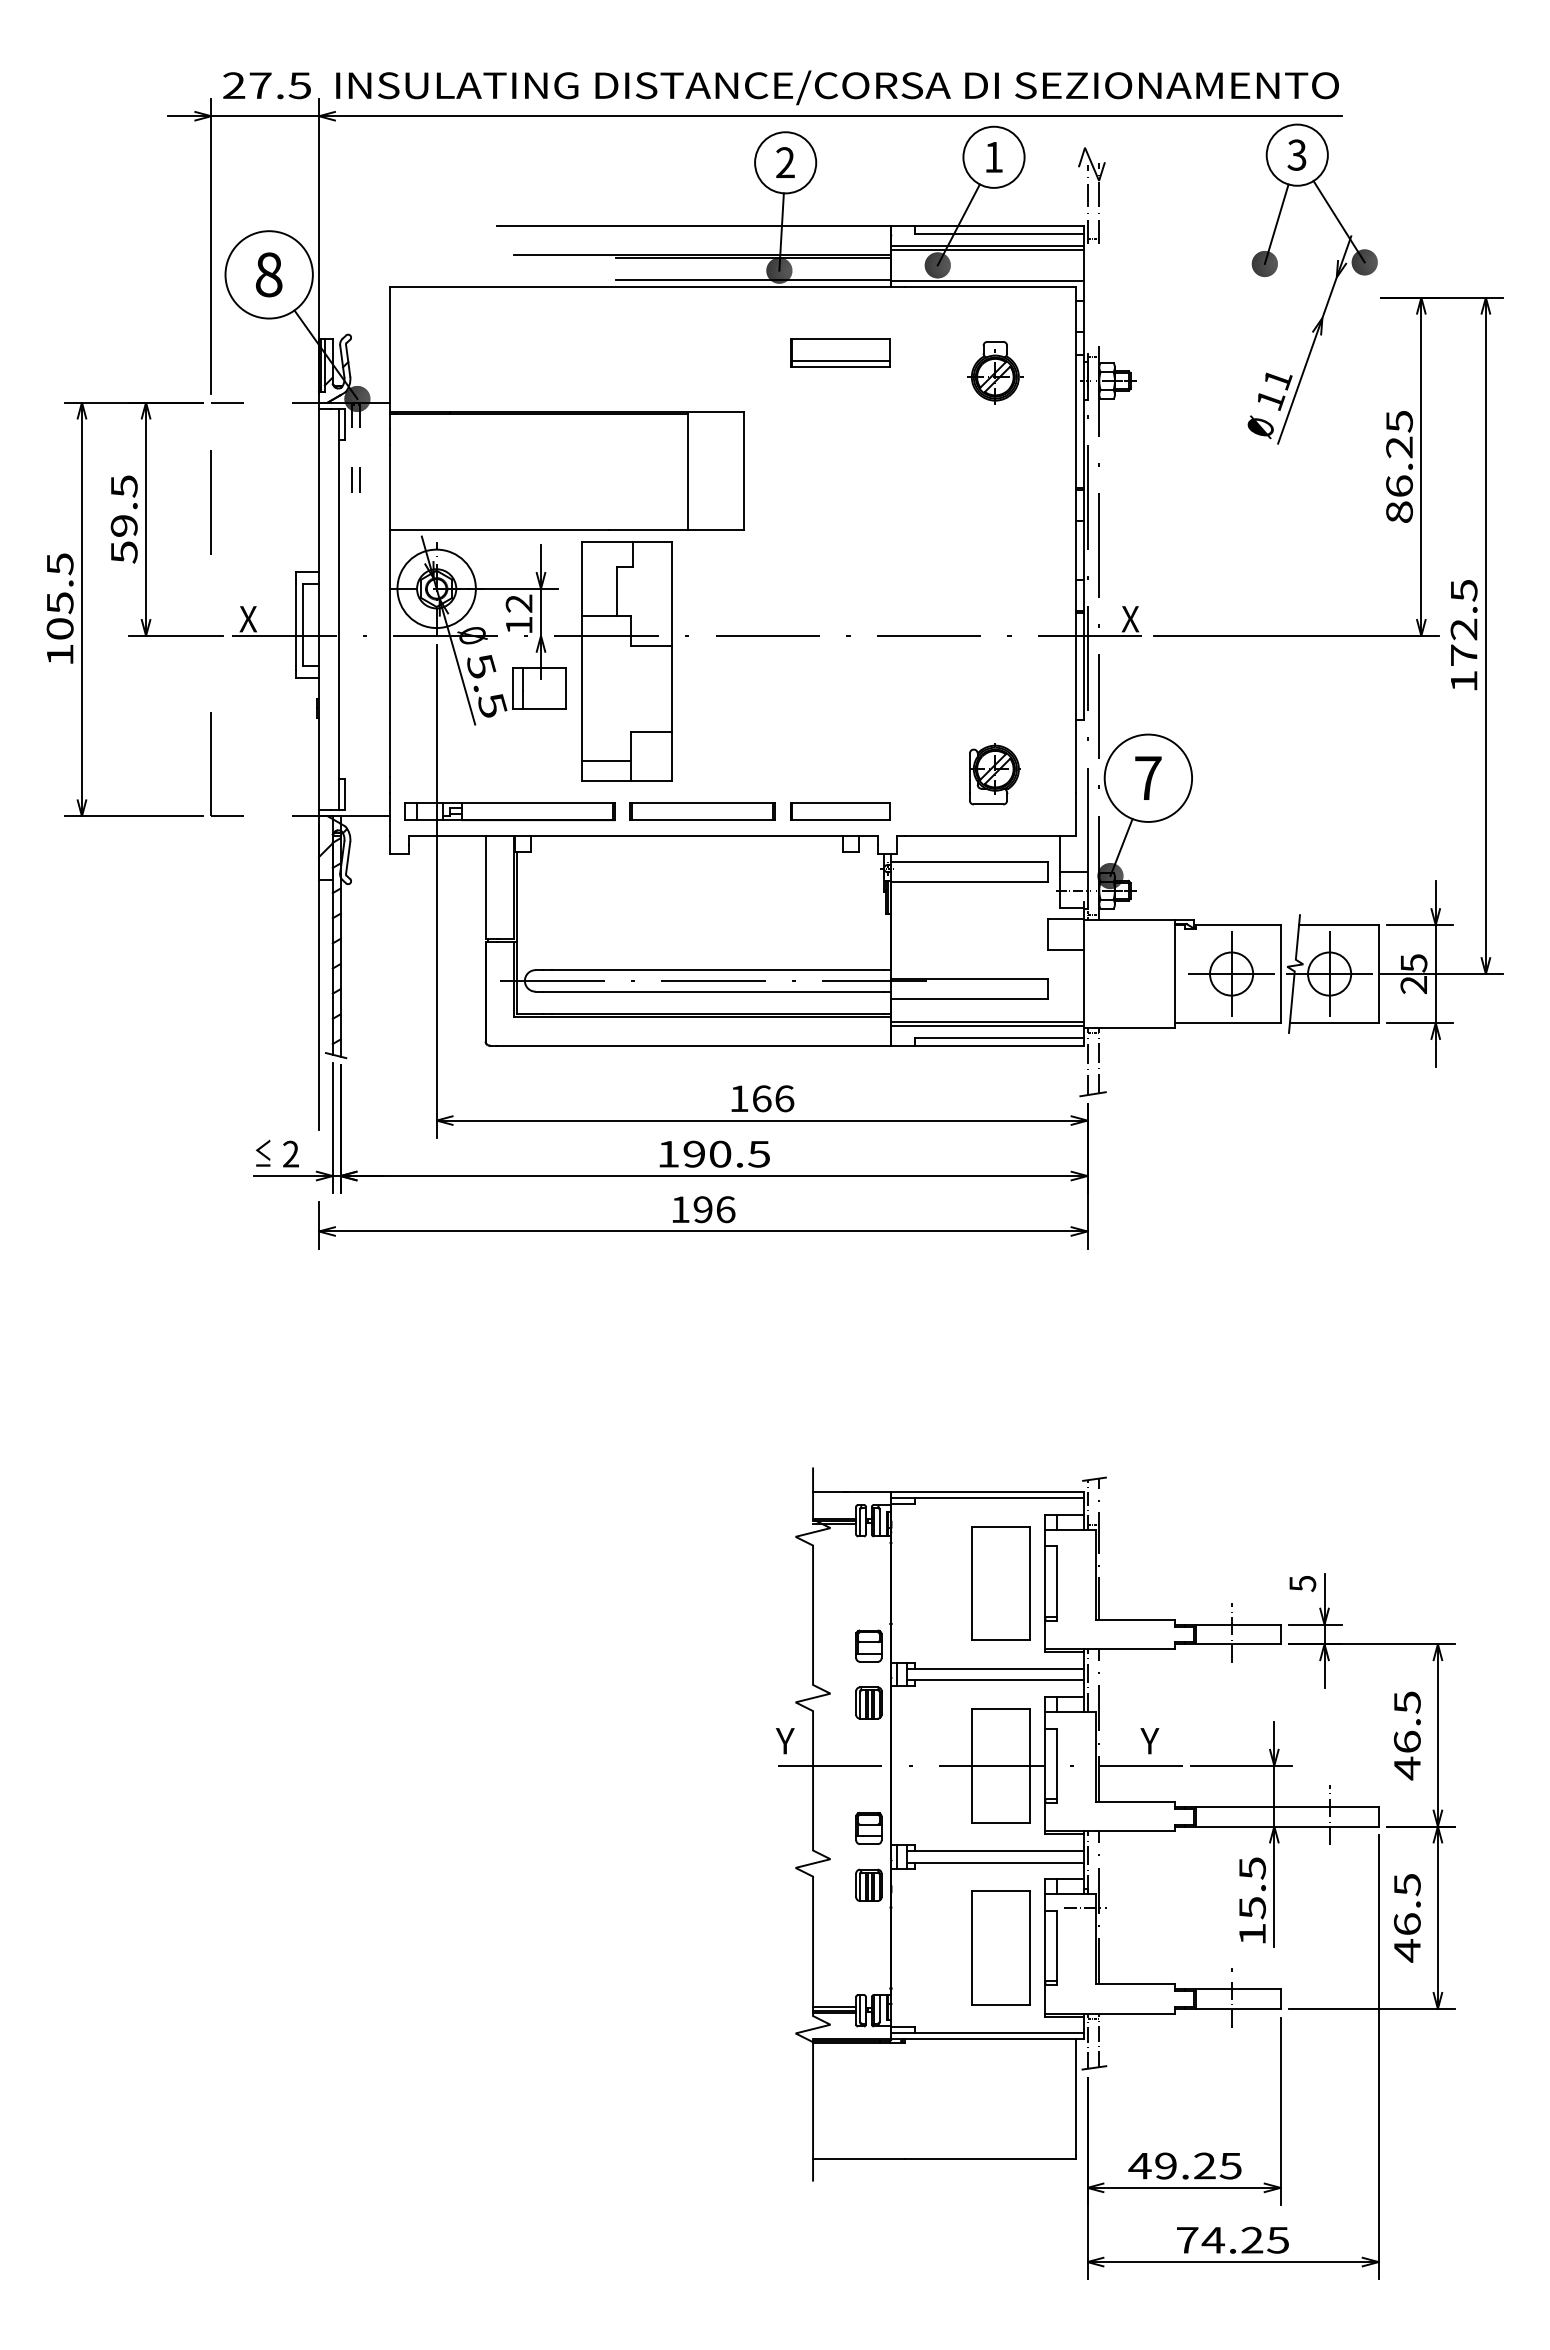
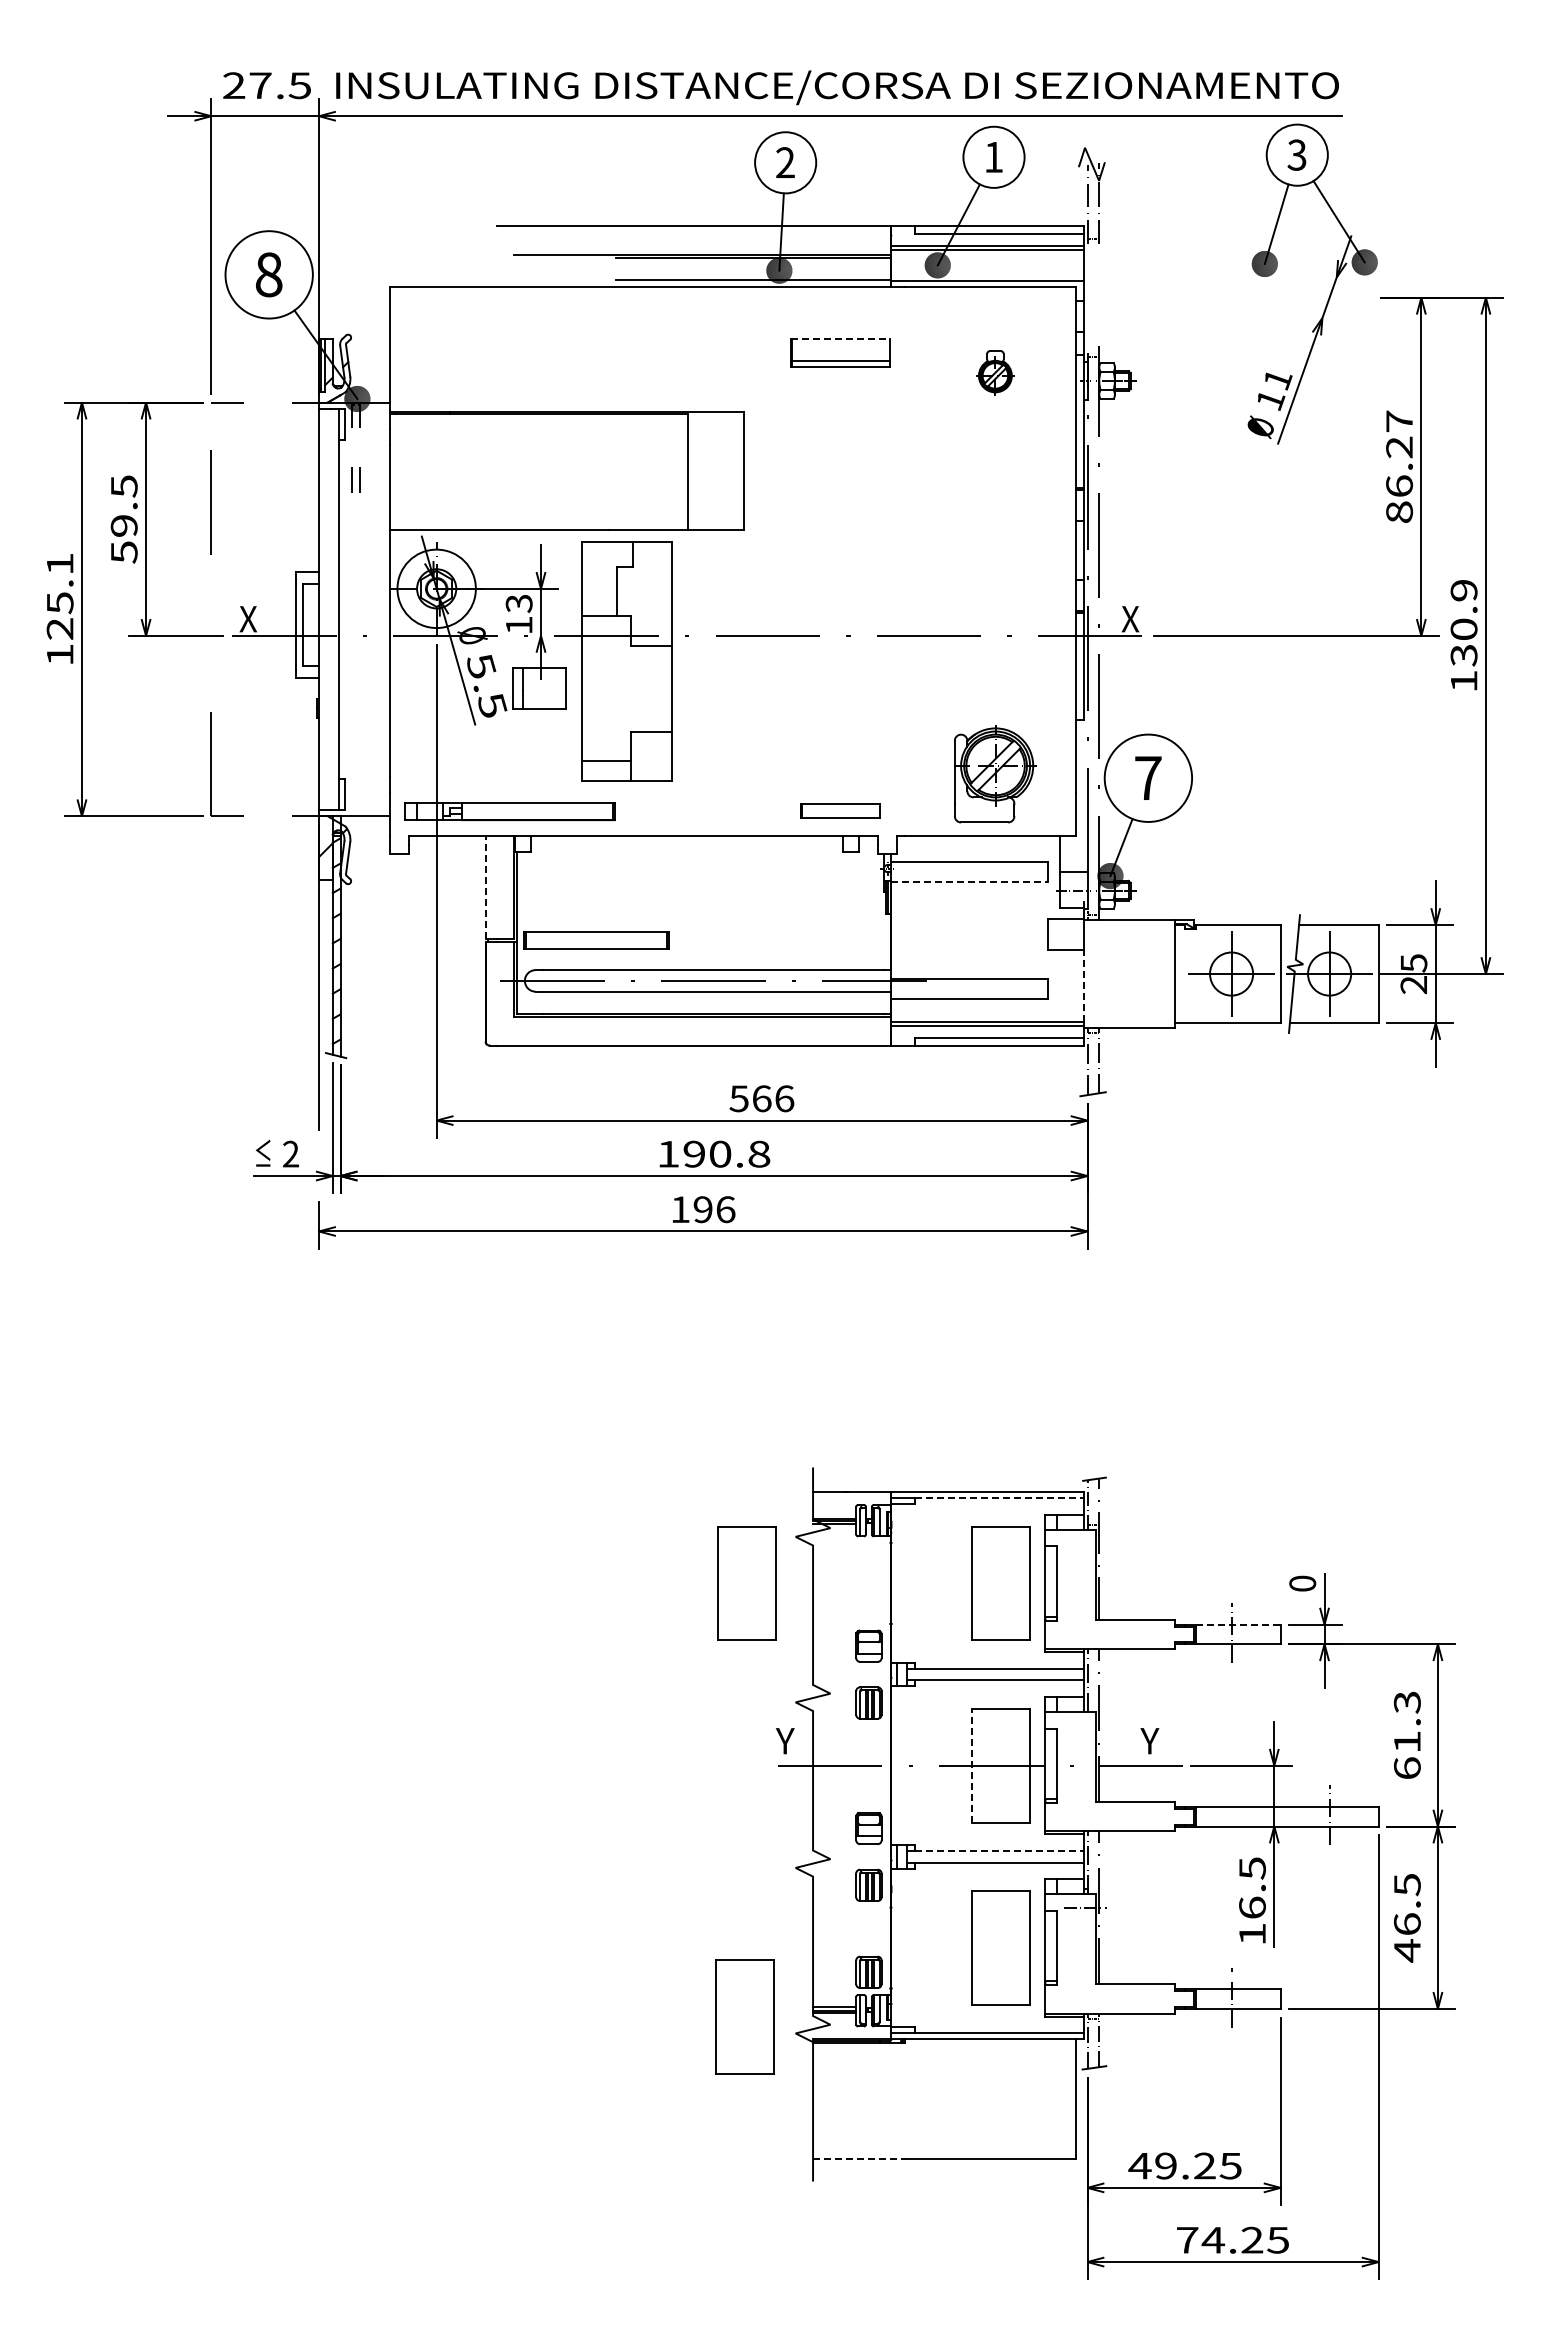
line at (840, 338): solid -> dashed
part at (995, 372) size: 57x64 px -> 39x46 px
text at (1399, 421): 86.25 -> 86.27
text at (59, 596): 105.5 -> 125.1
text at (519, 603): 12 -> 13
text at (1463, 623): 172.5 -> 130.9
part at (994, 774) size: 52x63 px -> 83x99 px
part at (702, 811) position: (702, 811) -> (596, 940)
part at (840, 811) size: 101x19 px -> 81x16 px
line at (970, 881): solid -> dashed
line at (485, 887): solid -> dashed
line at (1083, 985): solid -> dashed
text at (738, 1098): 166 -> 566
text at (759, 1153): 190.5 -> 190.8
line at (999, 1498): solid -> dashed
part at (746, 1583): none -> present
text at (1302, 1583): 5 -> 0
line at (1238, 1624): solid -> dashed
text at (1407, 1735): 46.5 -> 61.3
line at (971, 1765): solid -> dashed
line at (999, 1851): solid -> dashed
text at (1252, 1907): 15.5 -> 16.5
part at (868, 1971): none -> present
part at (744, 2016): none -> present
line at (859, 2158): solid -> dashed
